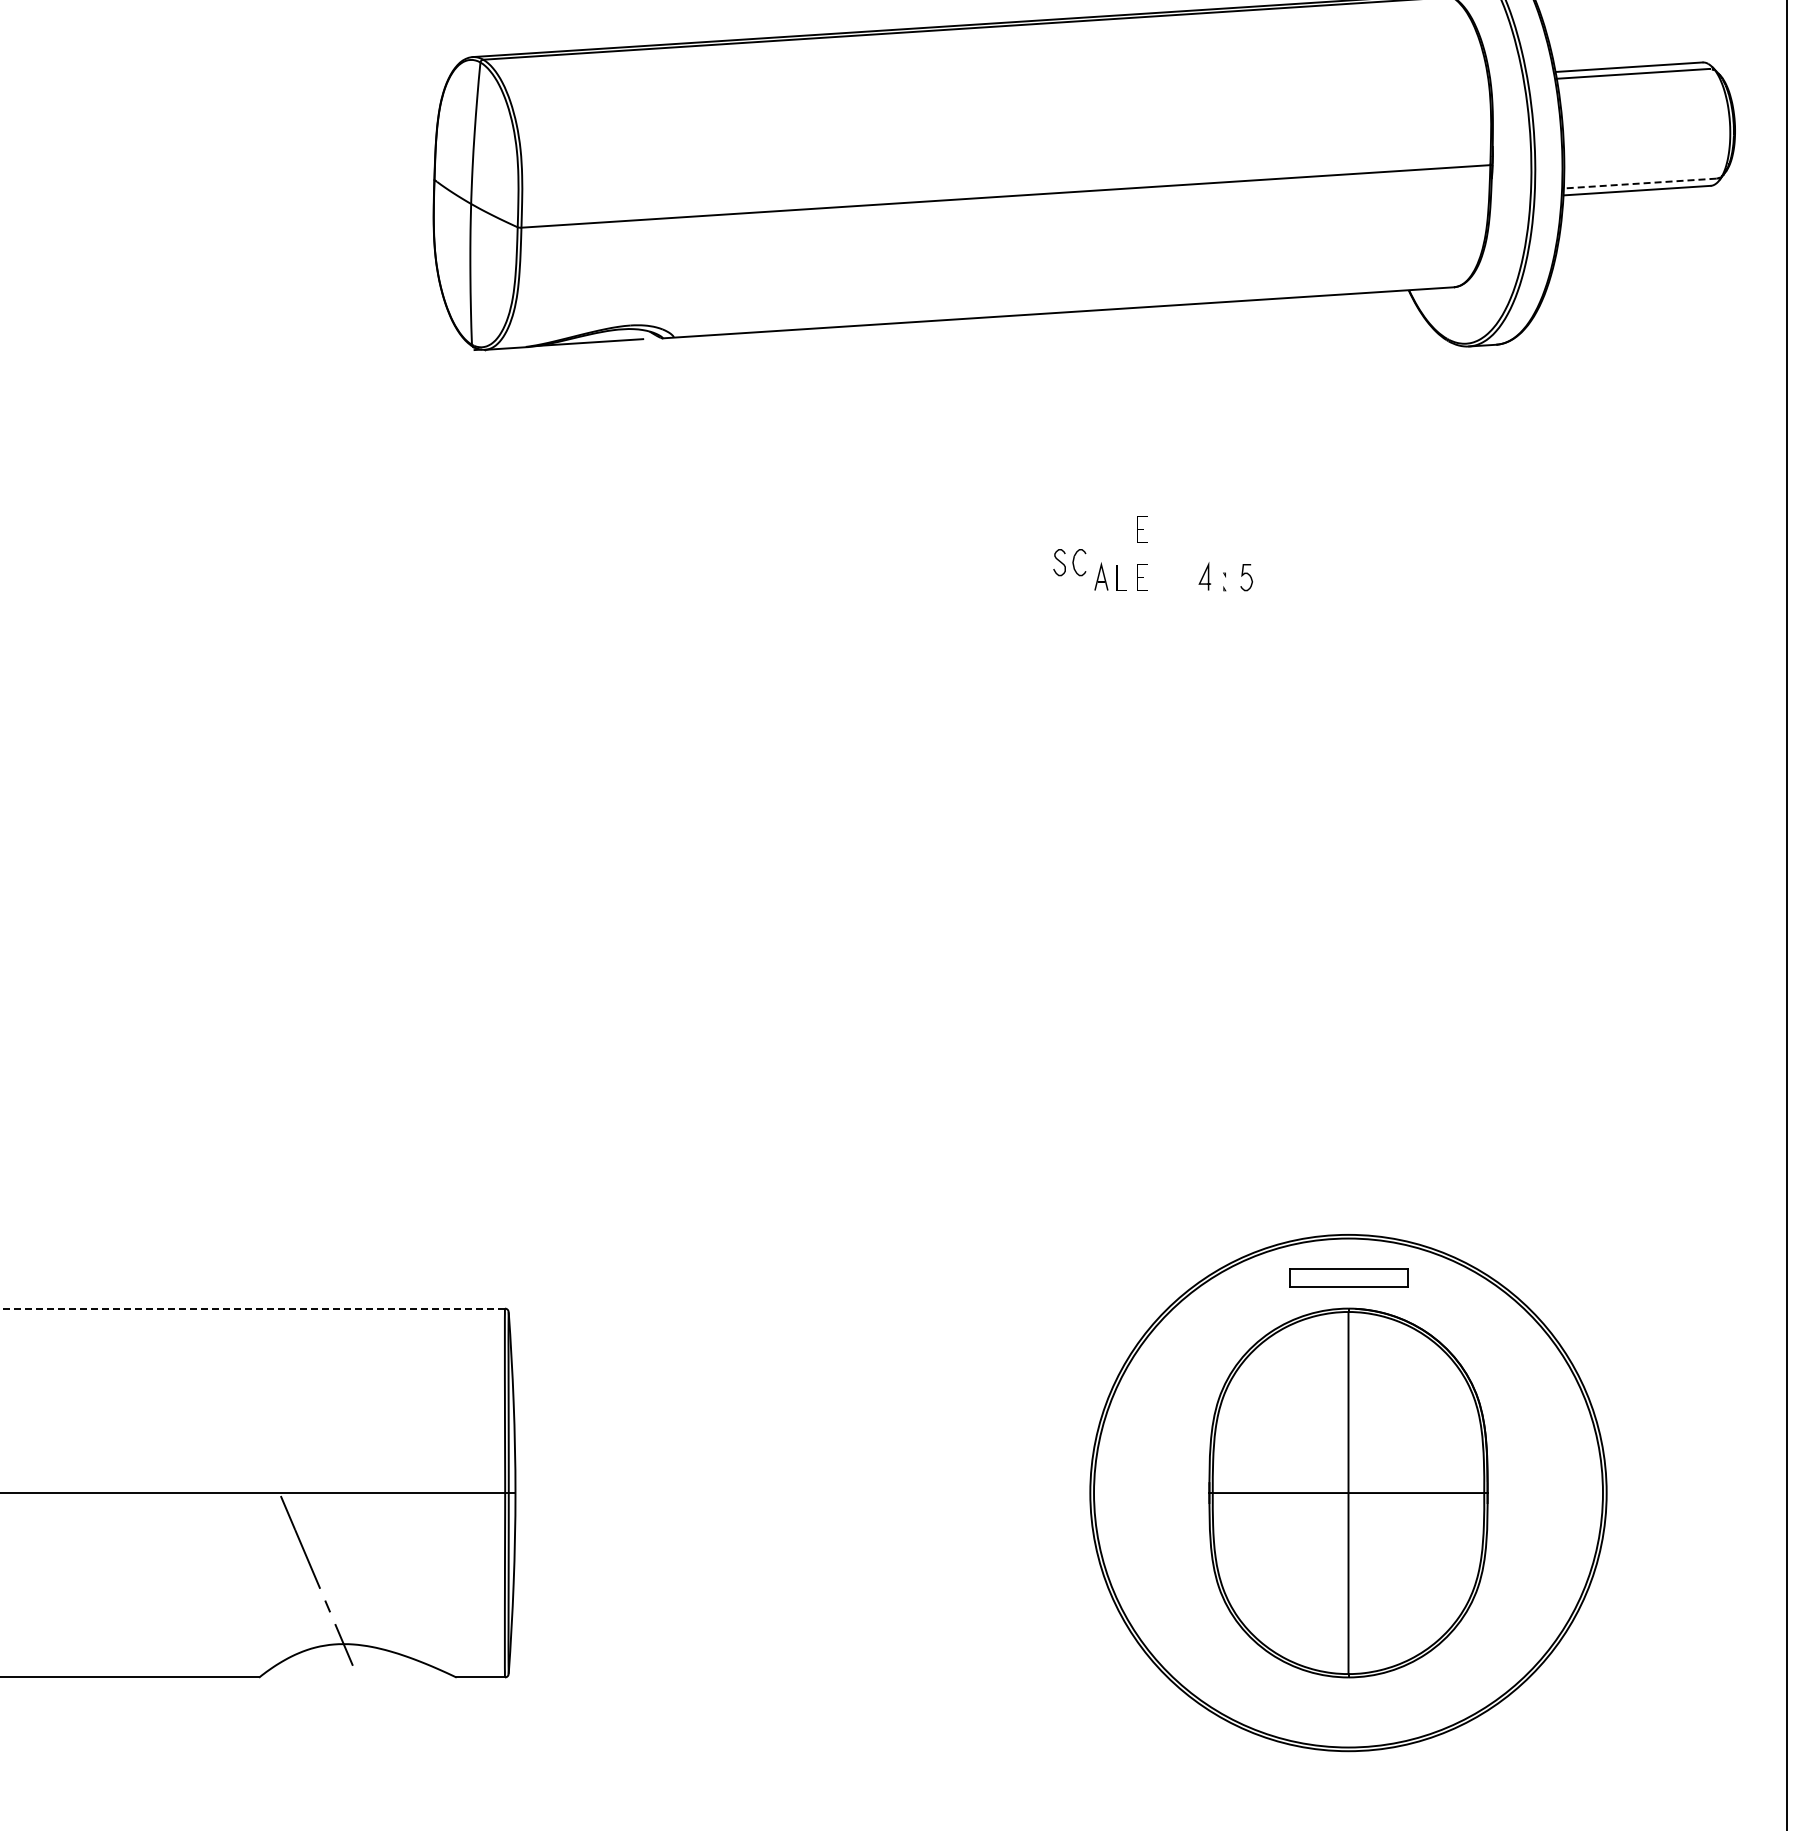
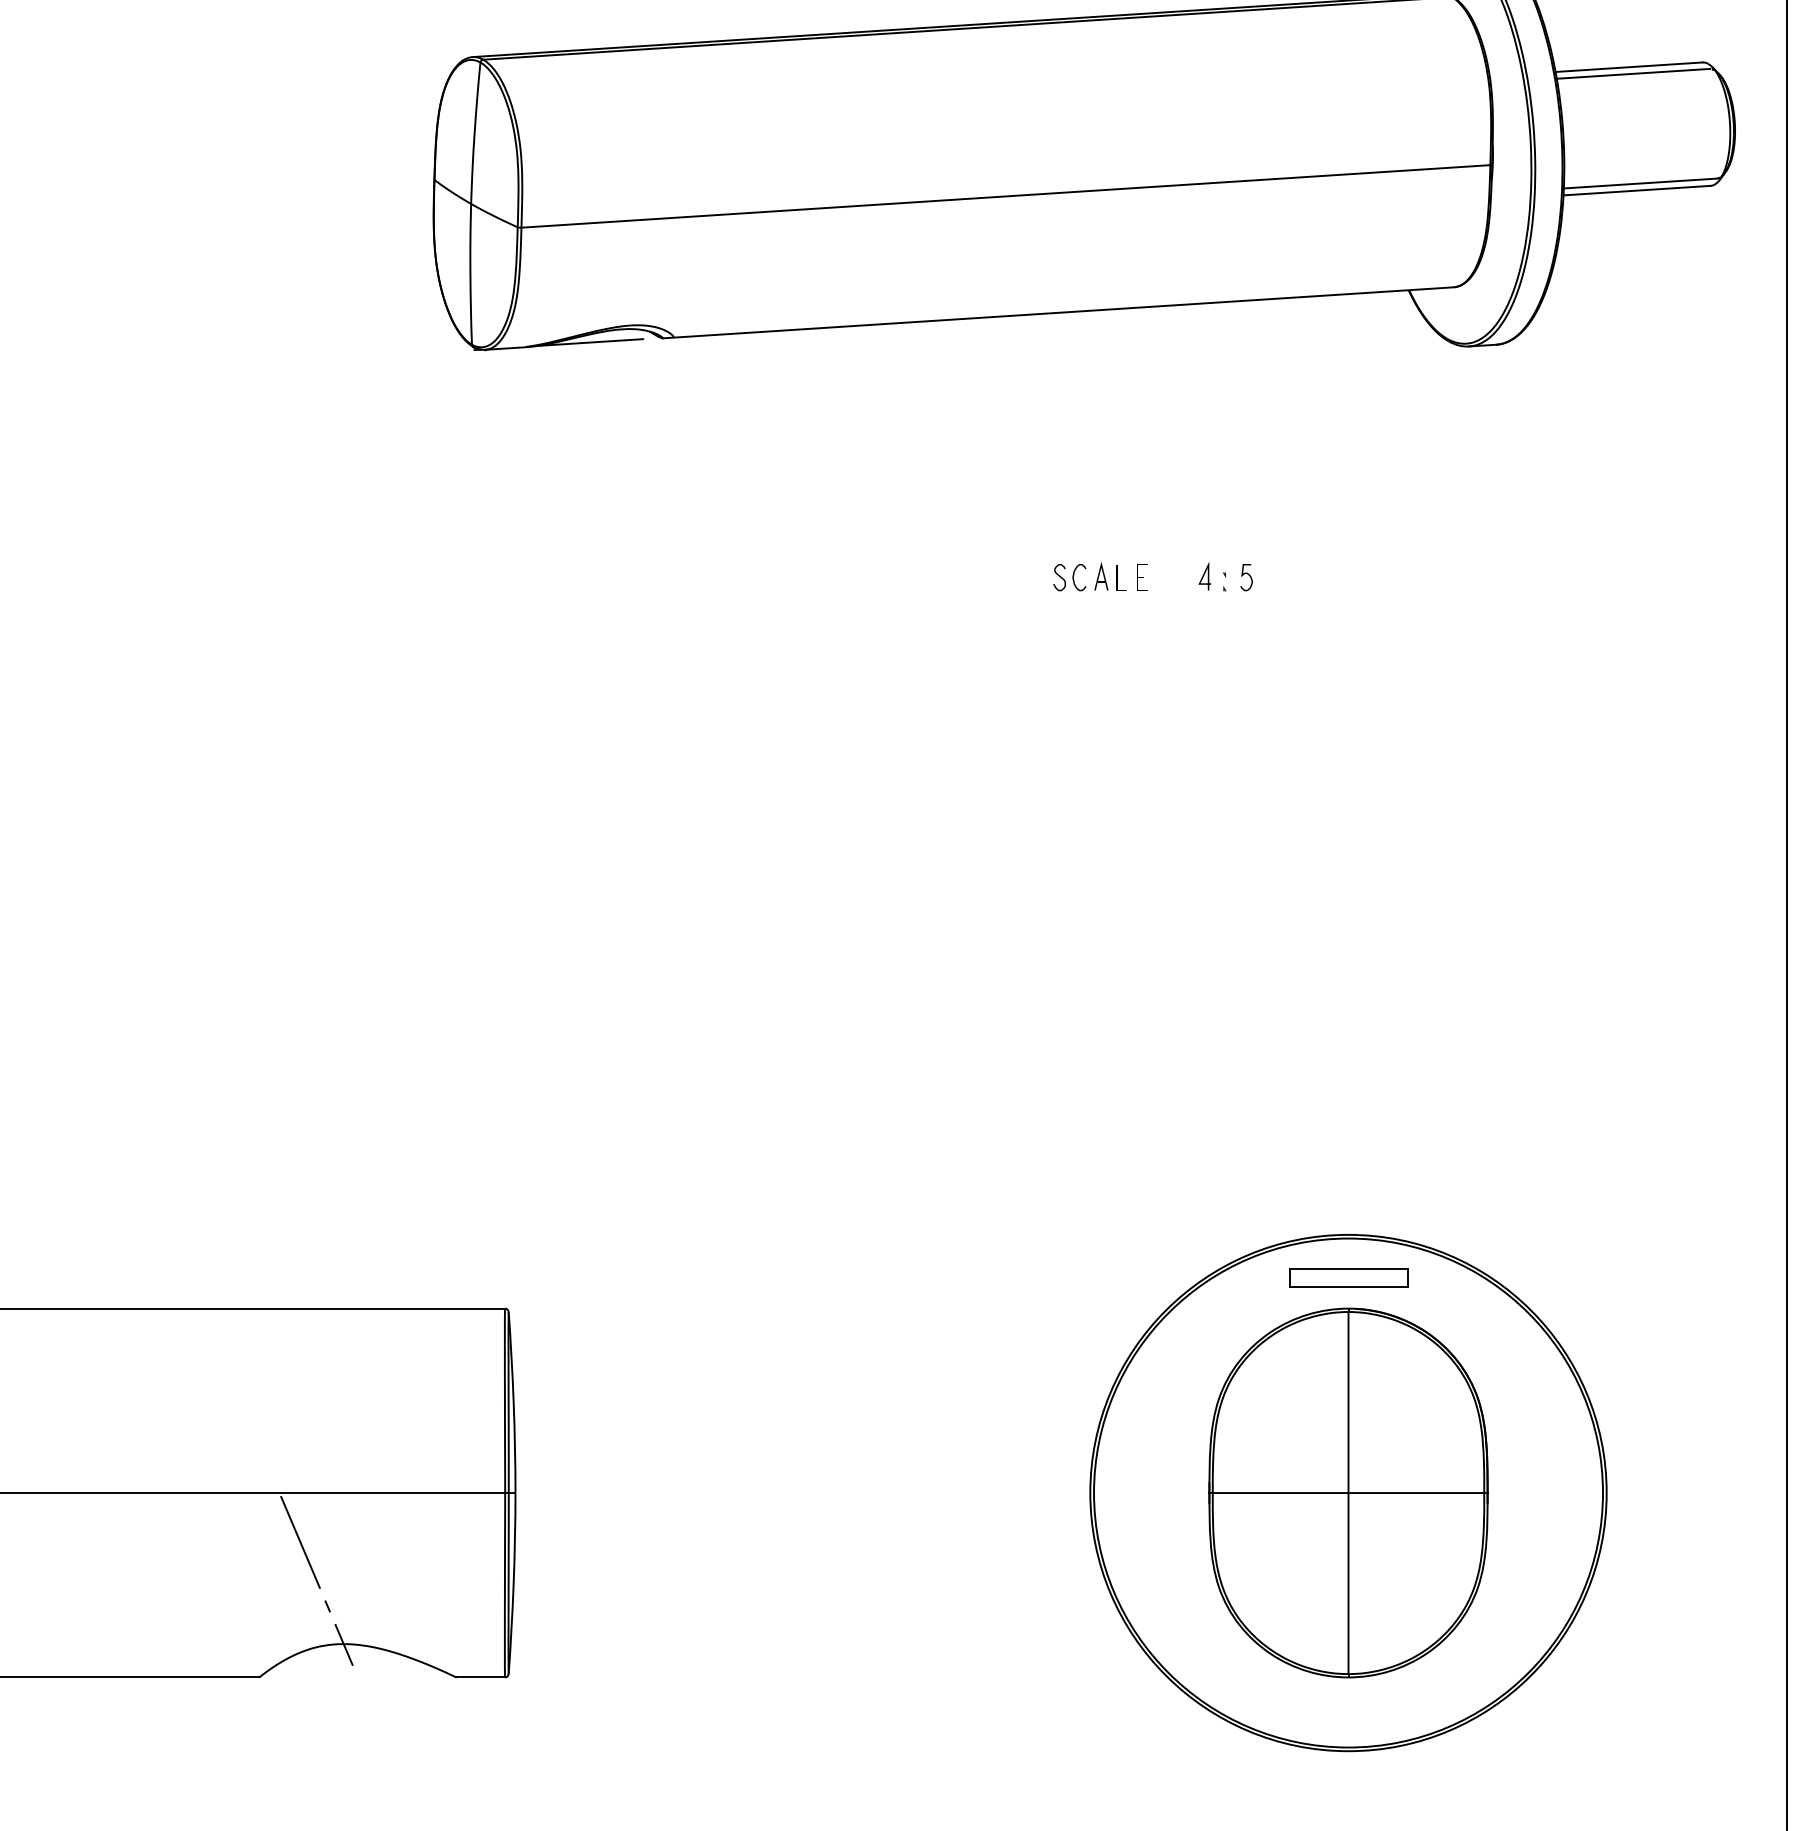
line at (1639, 183): dashed -> solid
part at (1142, 529): present -> none
part at (1069, 562) position: (1069, 562) -> (1069, 577)
line at (252, 1308): dashed -> solid
